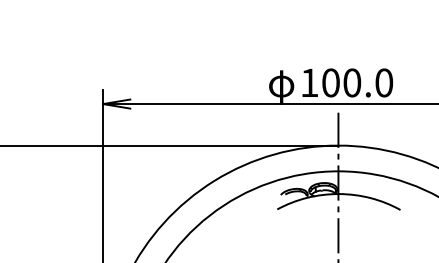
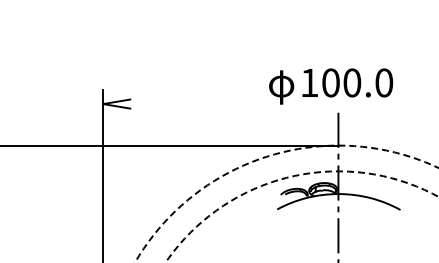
line at (269, 104): present -> none
arc at (268, 156): solid -> dashed
arc at (287, 177): solid -> dashed
